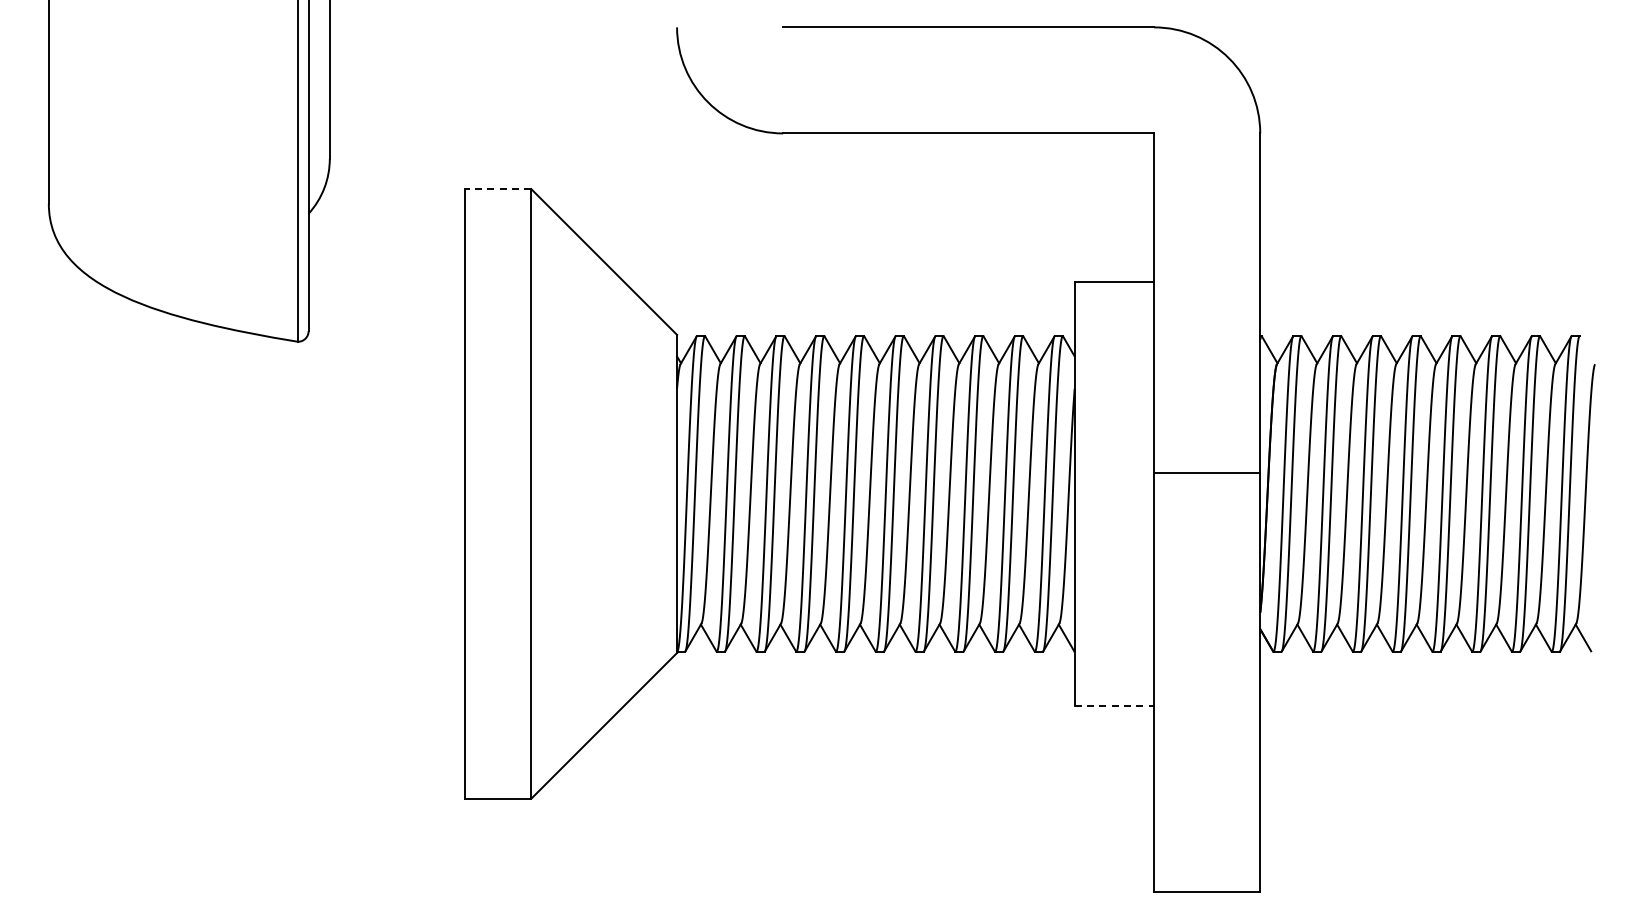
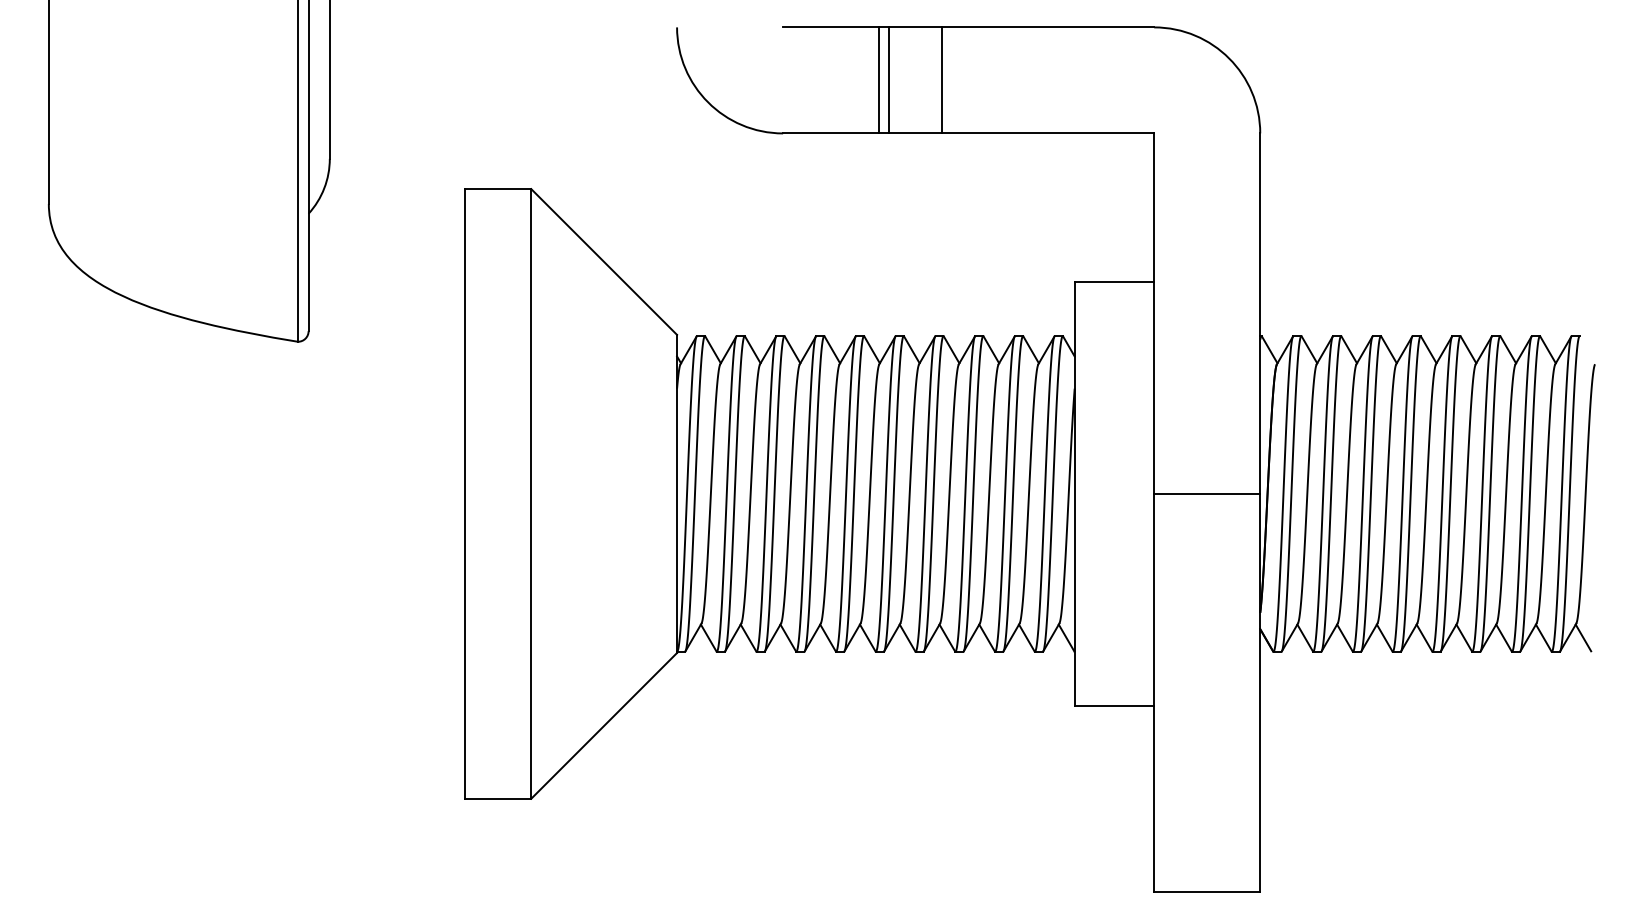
line at (878, 80): none -> present
line at (889, 80): none -> present
line at (942, 80): none -> present
line at (497, 189): dashed -> solid
line at (1207, 472) position: (1207, 472) -> (1207, 493)
line at (1114, 706): dashed -> solid
